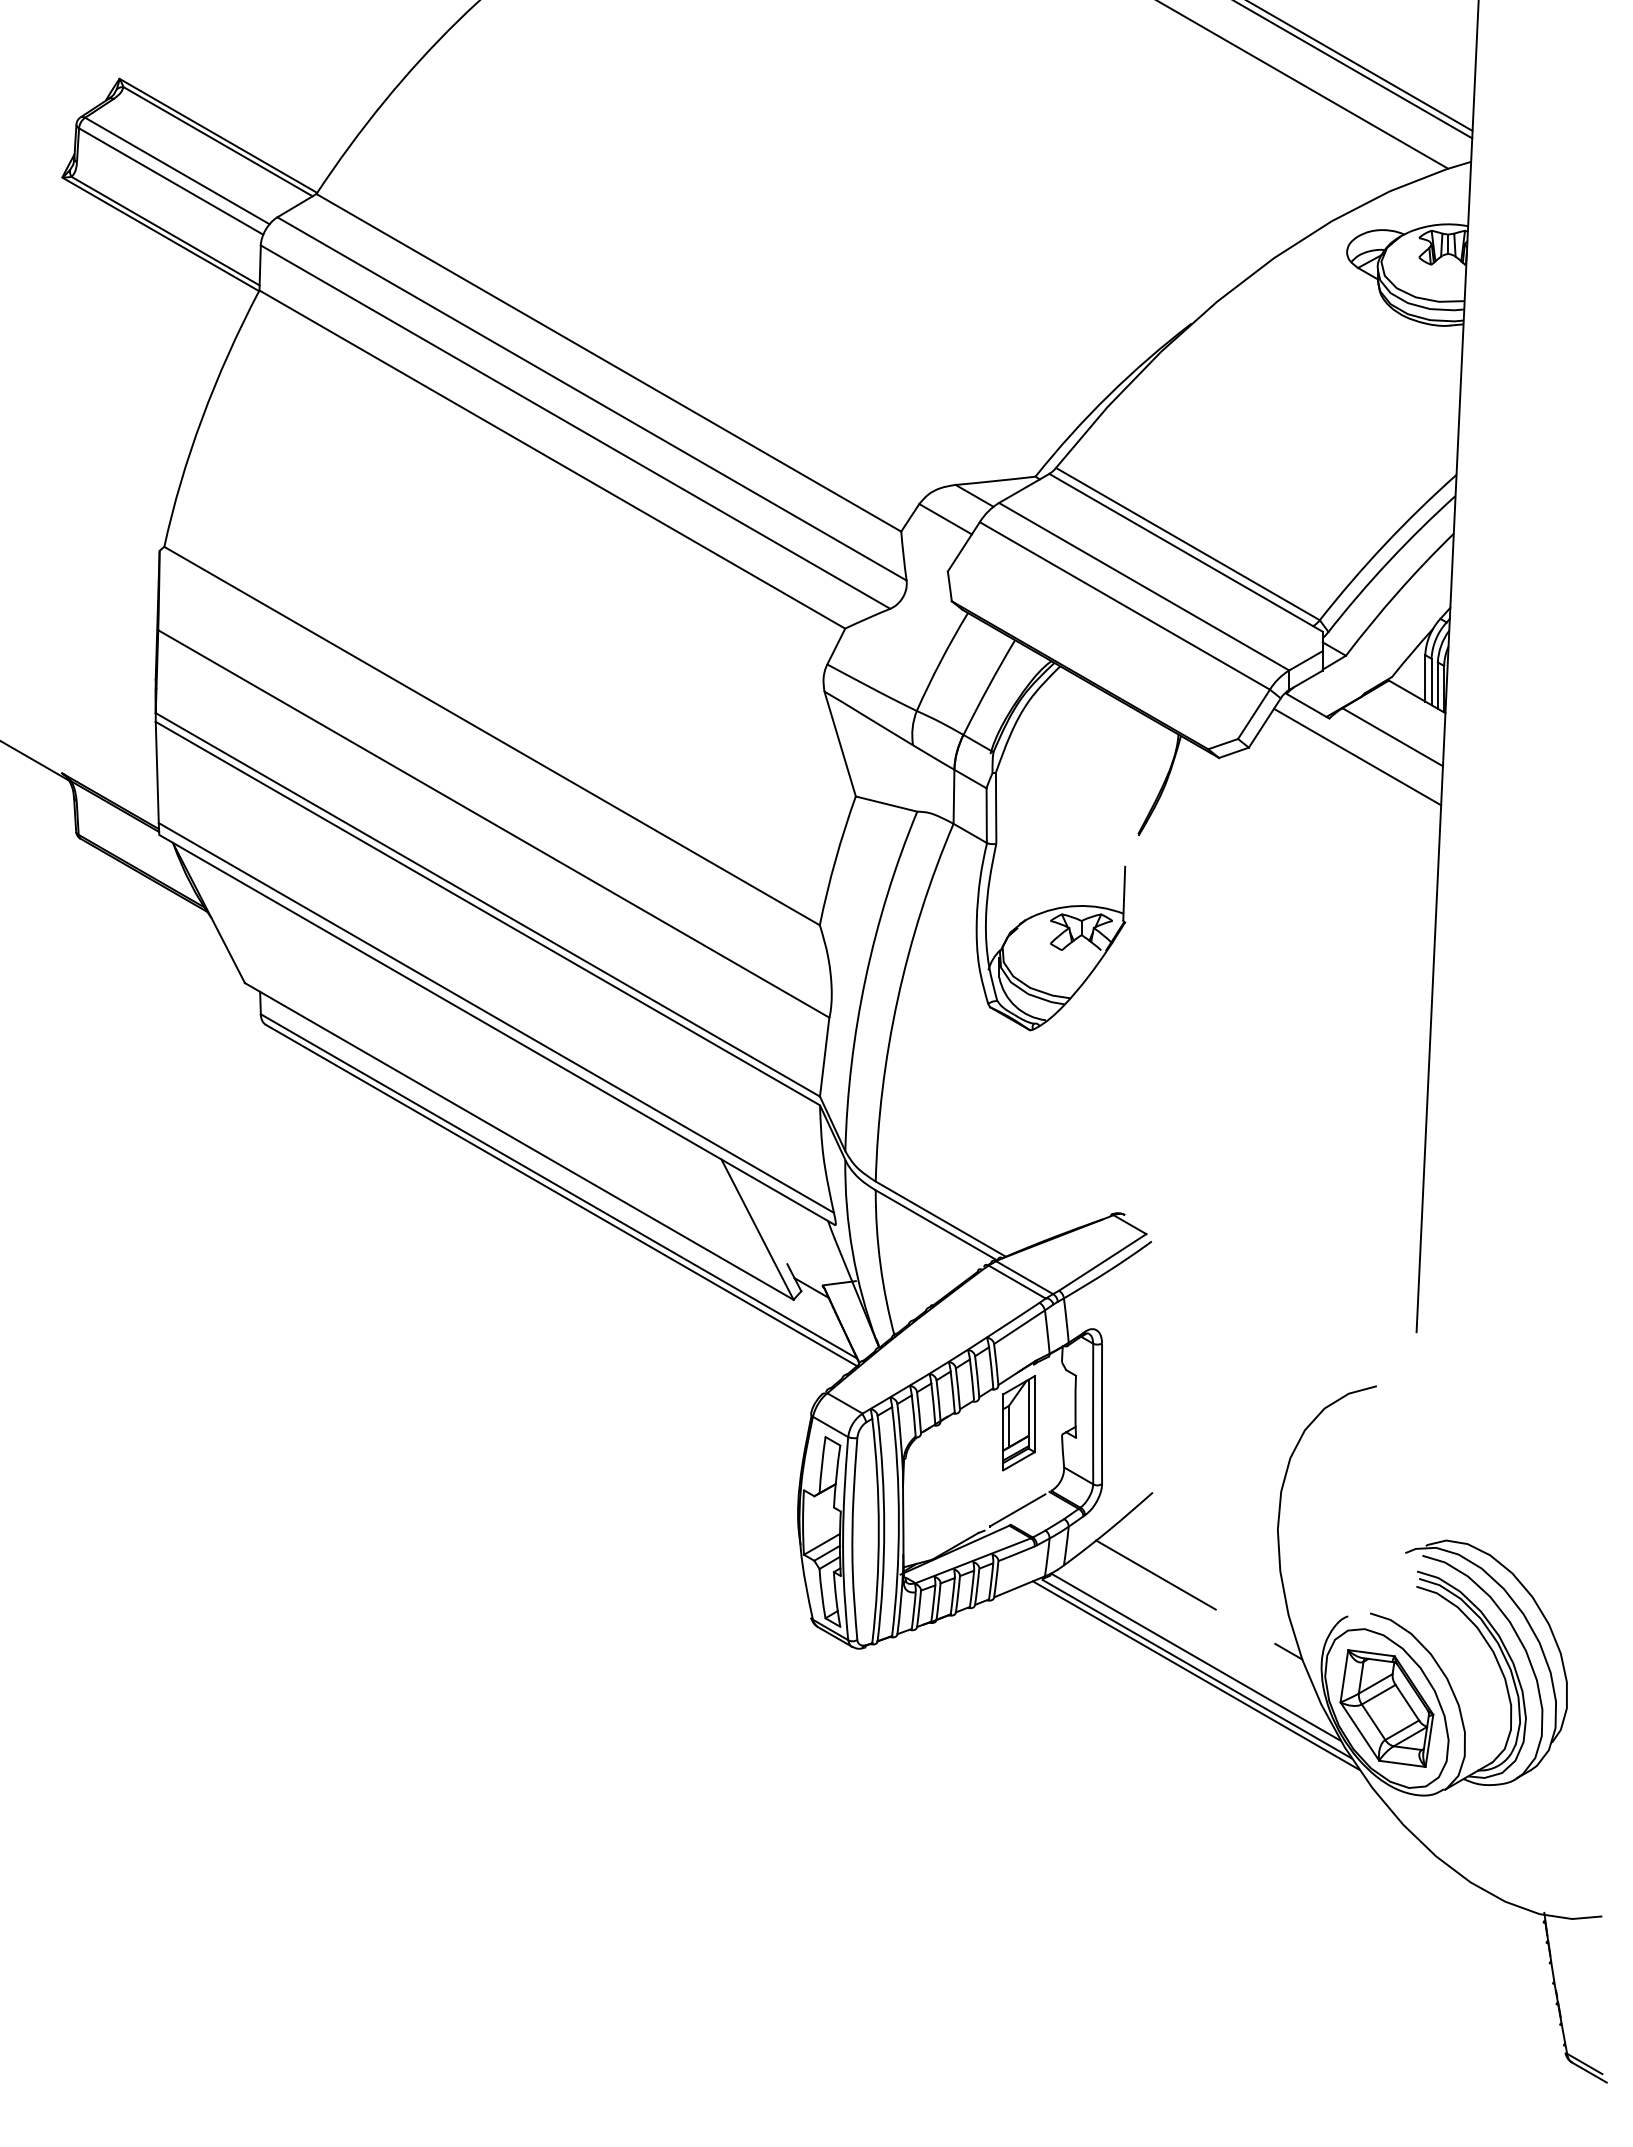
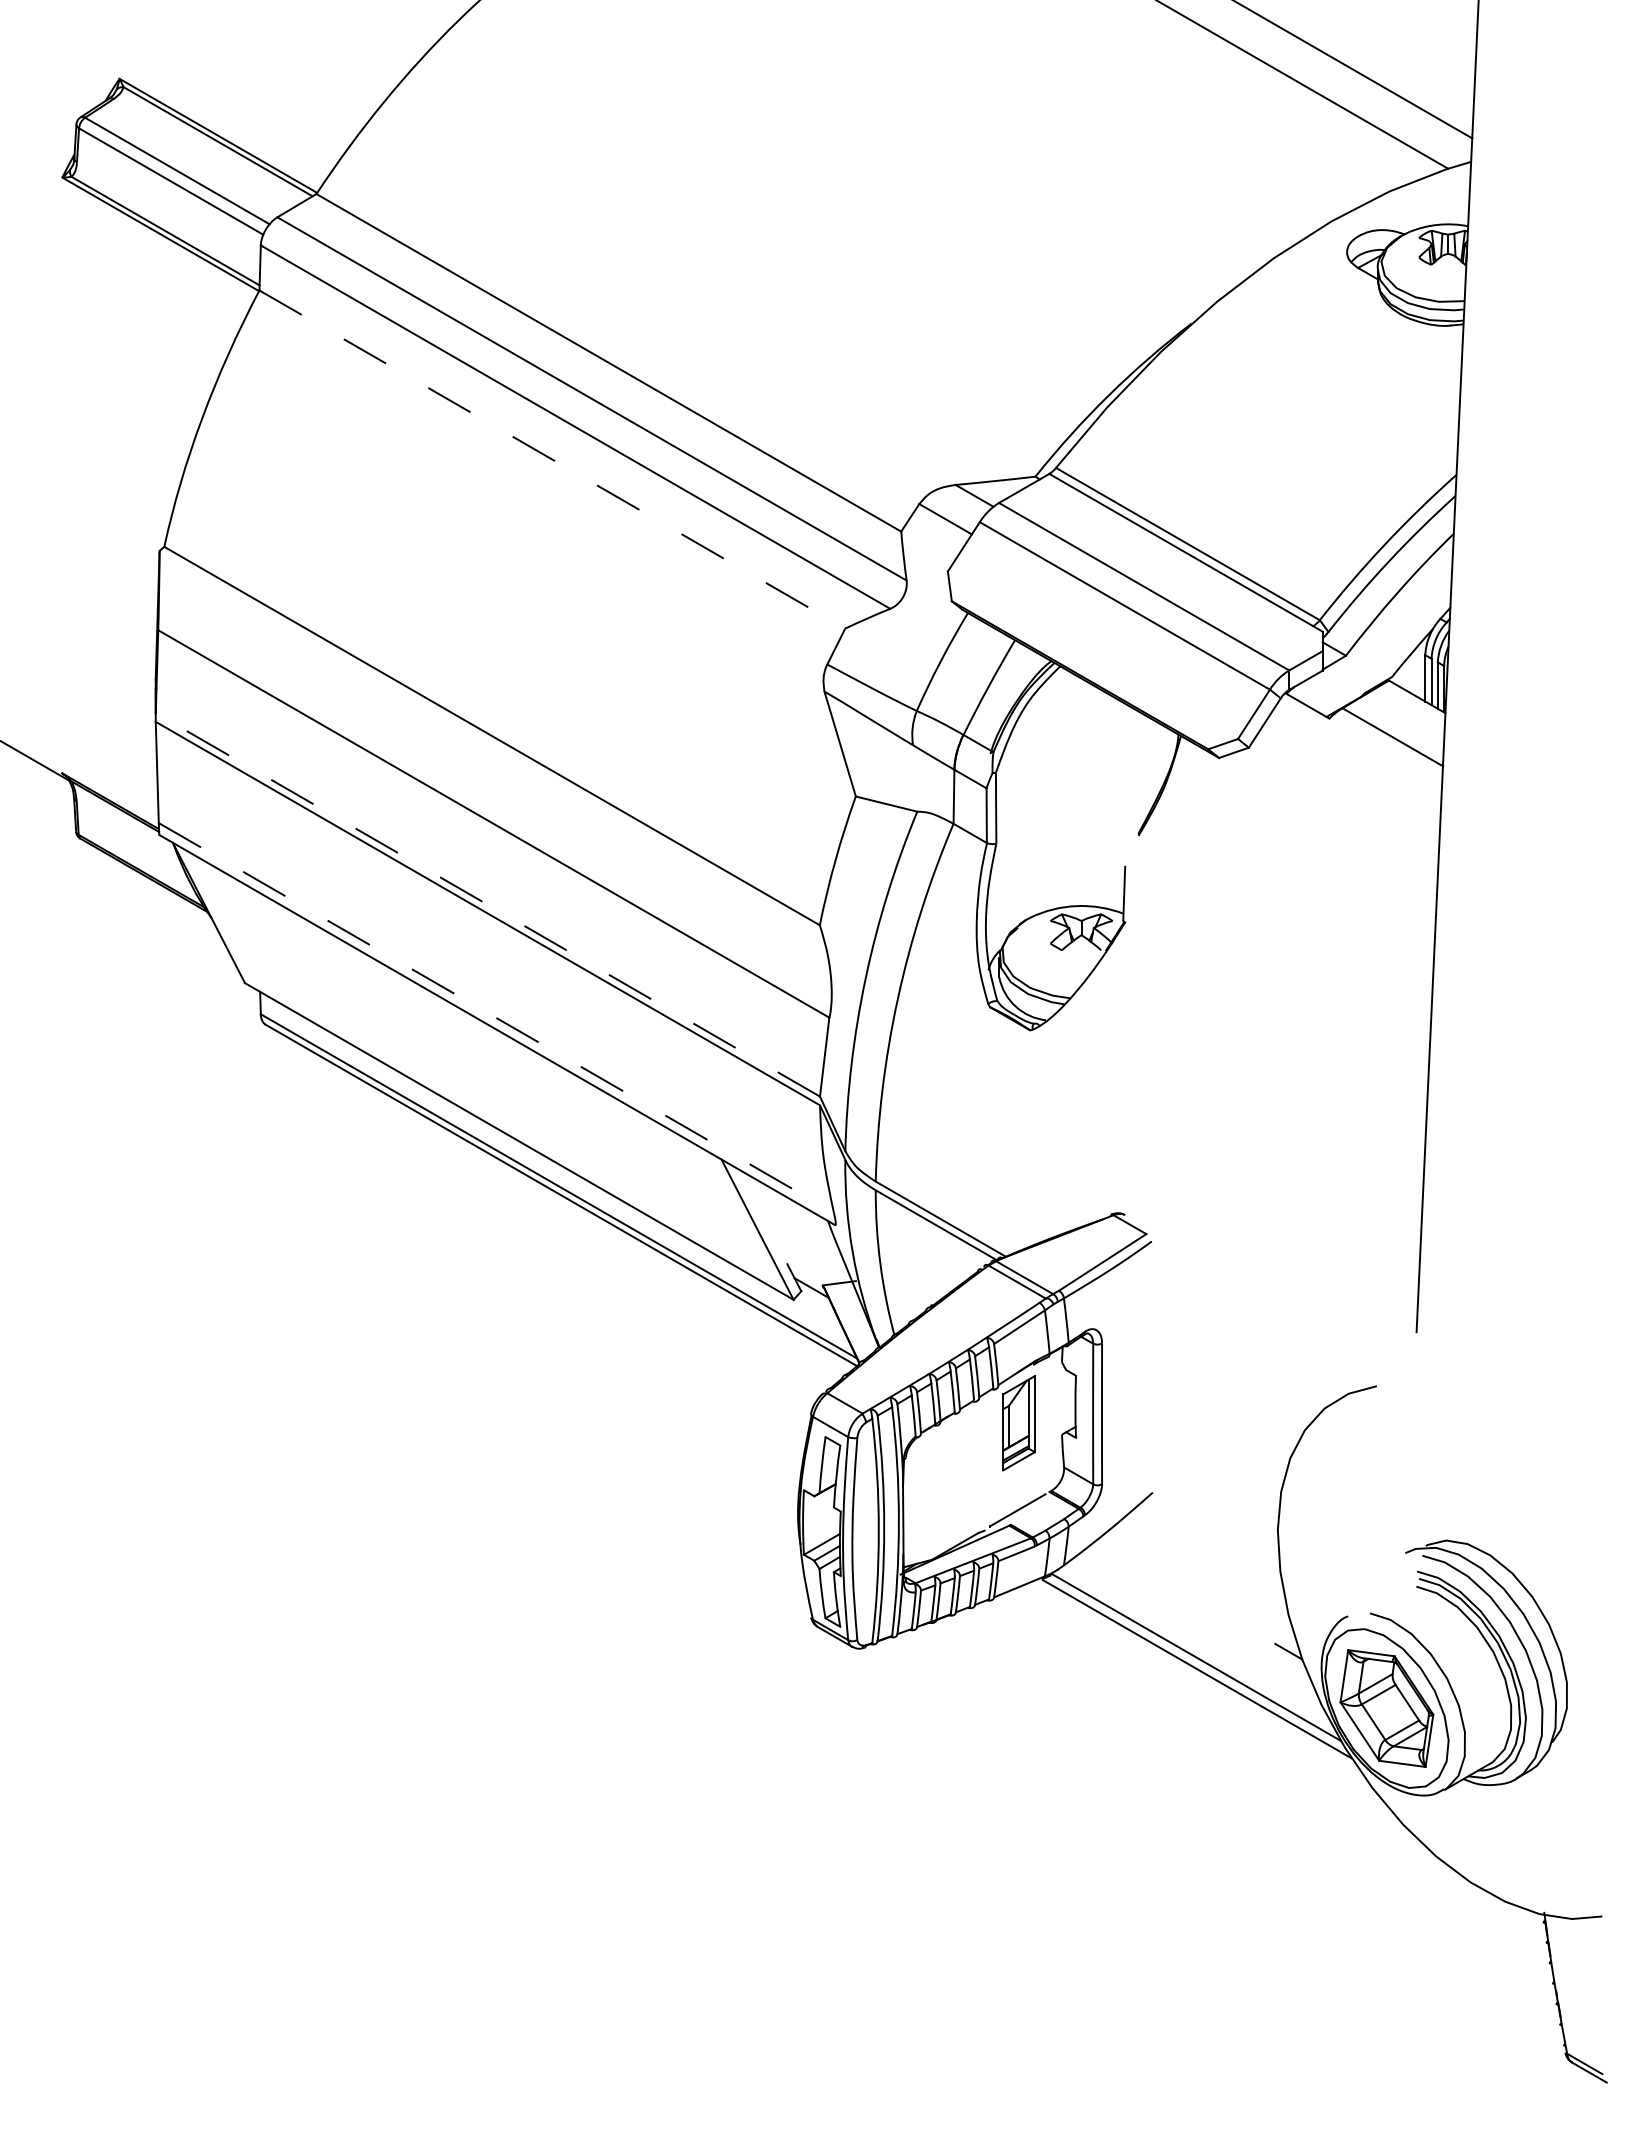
line at (1360, 66): present -> none
line at (552, 459): solid -> dashed
line at (1357, 756): present -> none
line at (487, 904): solid -> dashed
line at (496, 1017): solid -> dashed
line at (1155, 1574): present -> none
line at (1195, 1675): present -> none
